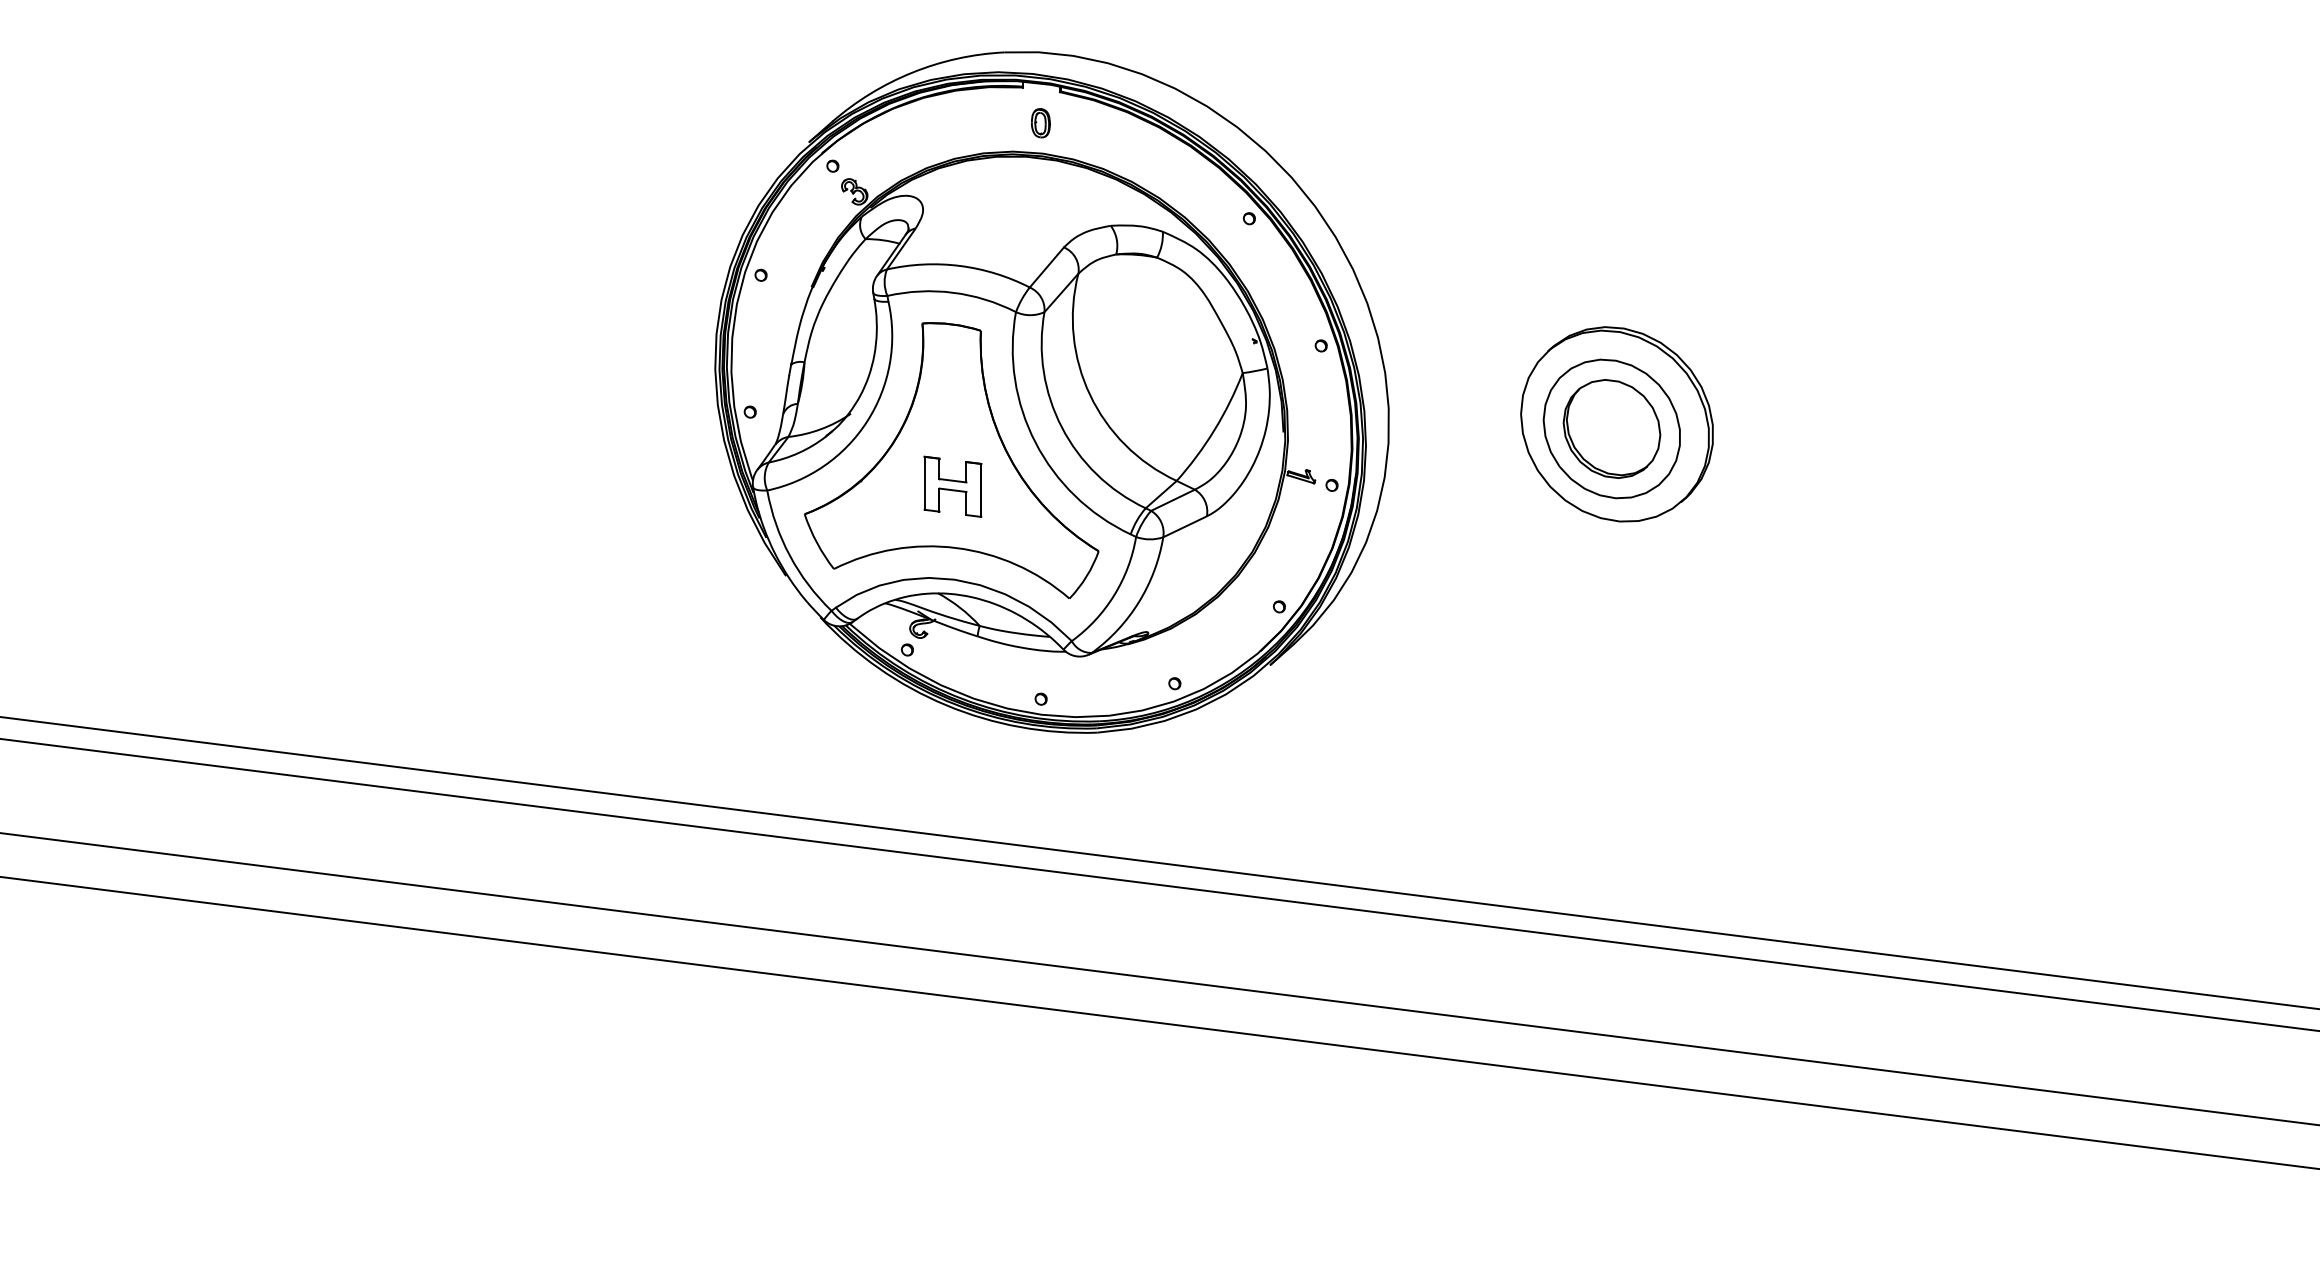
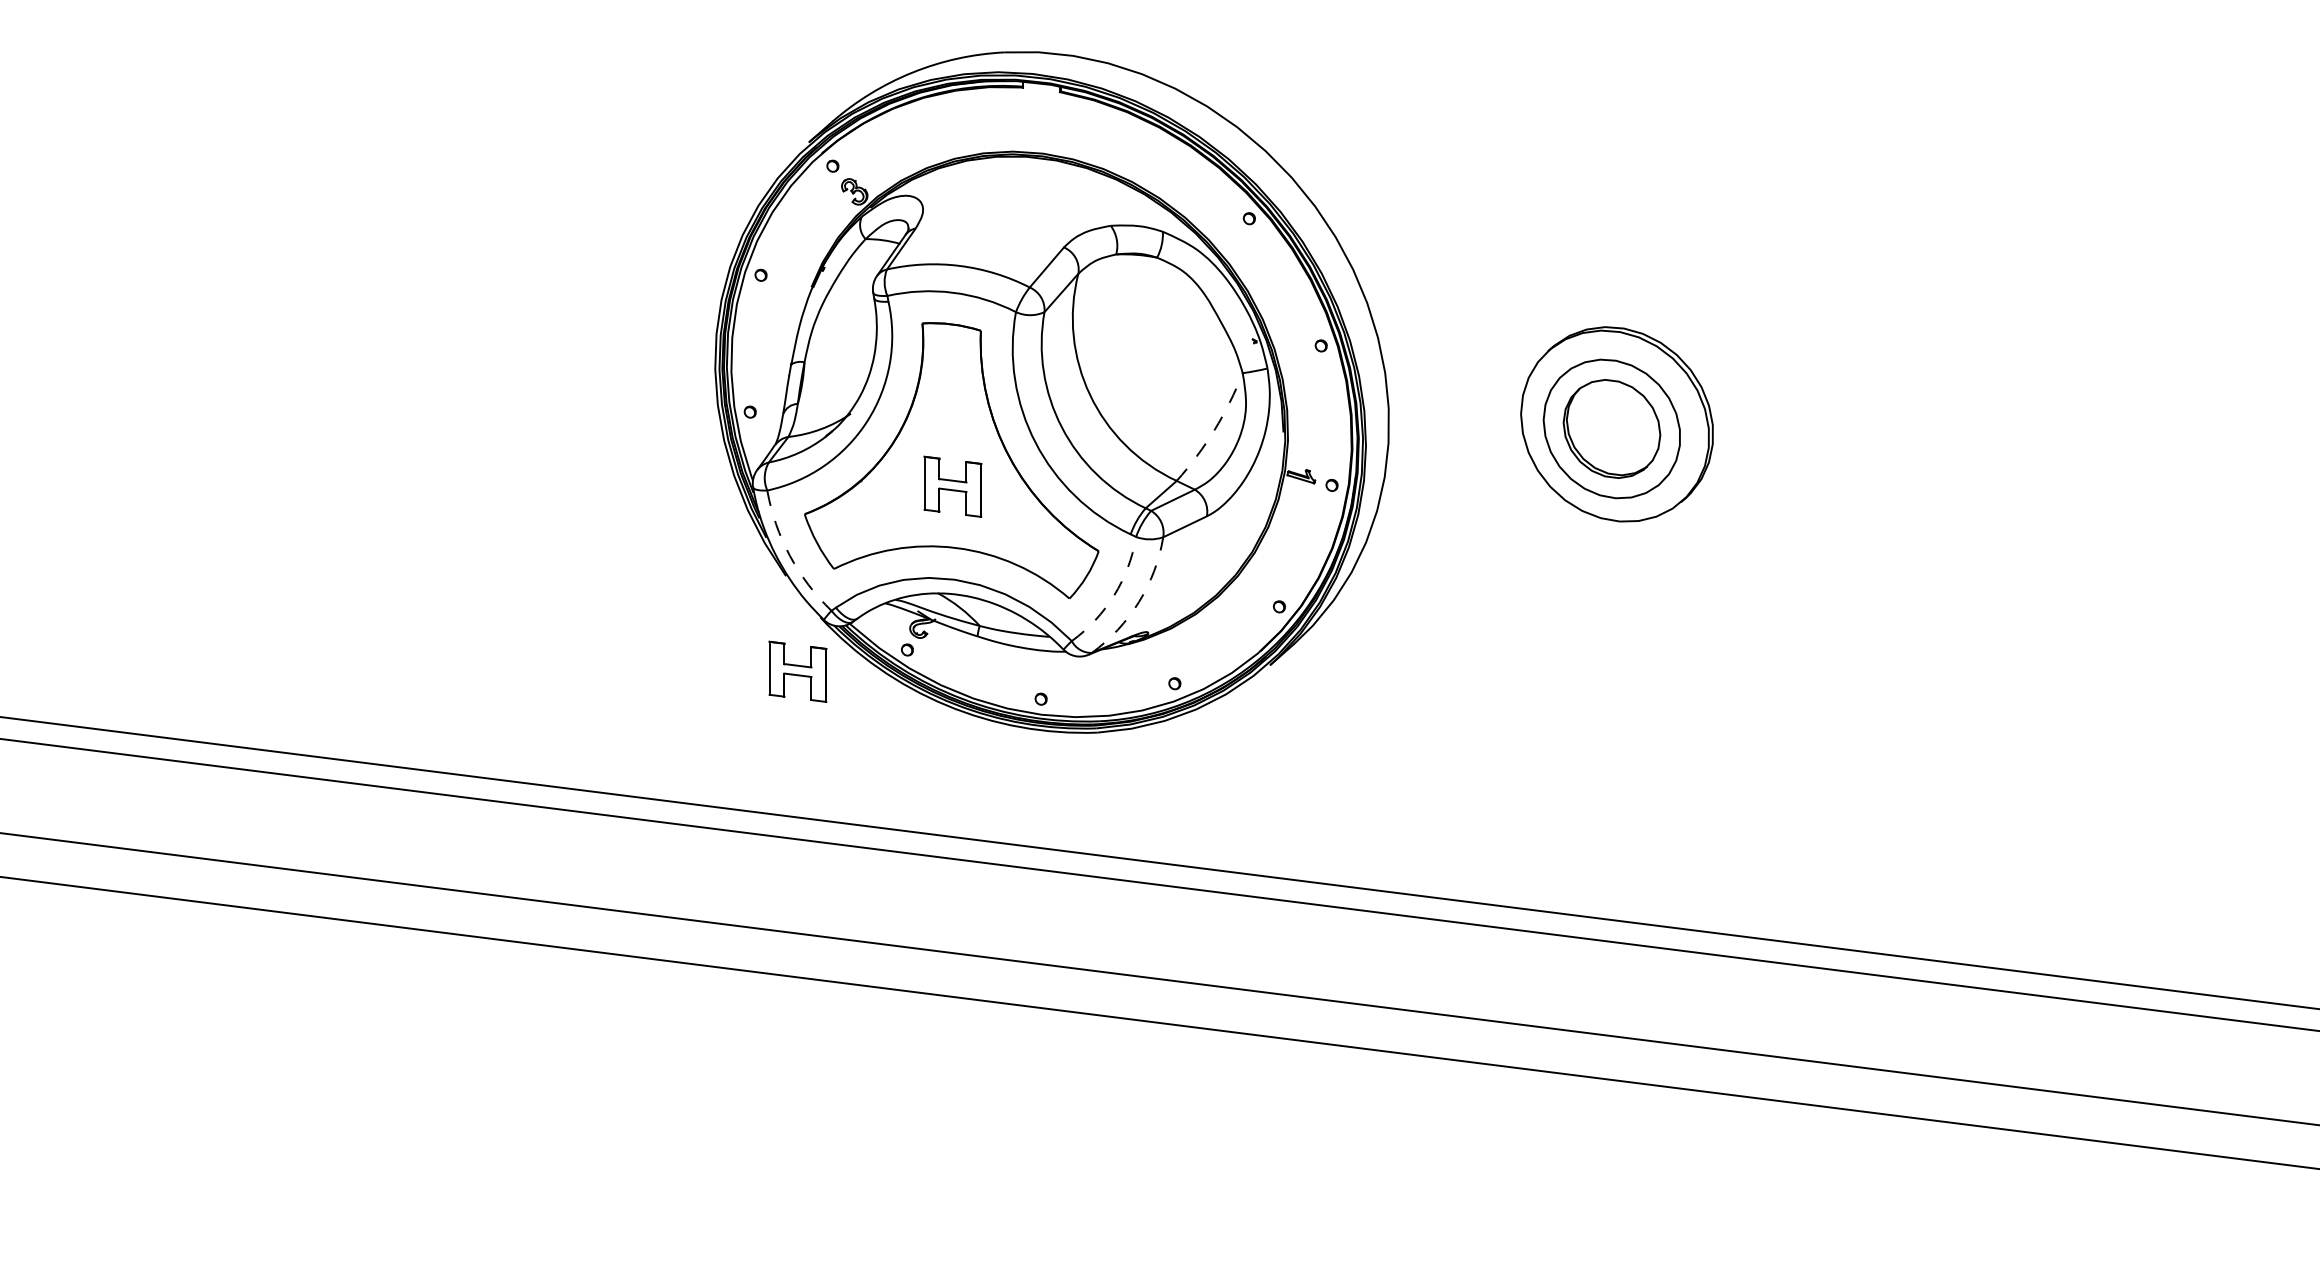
part at (1040, 123): present -> none
arc at (1214, 430): solid -> dashed
arc at (789, 555): solid -> dashed
arc at (1114, 595): solid -> dashed
arc at (1138, 602): solid -> dashed
part at (797, 671): none -> present
